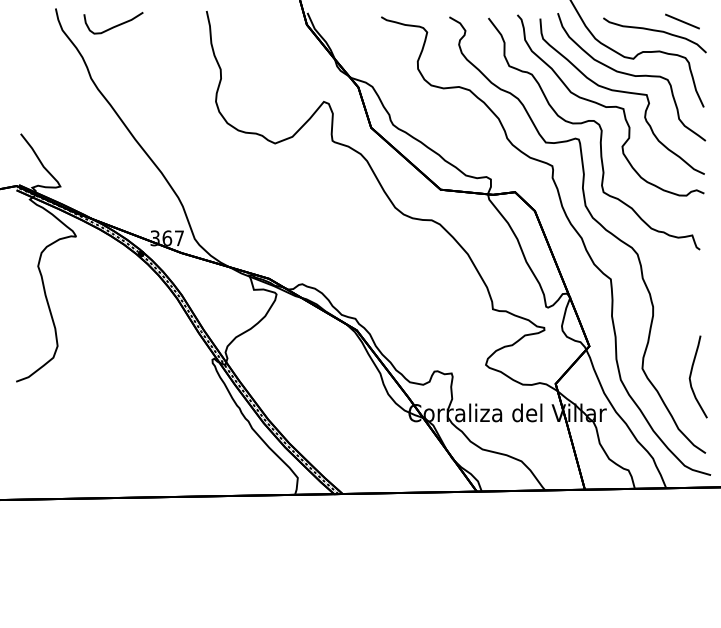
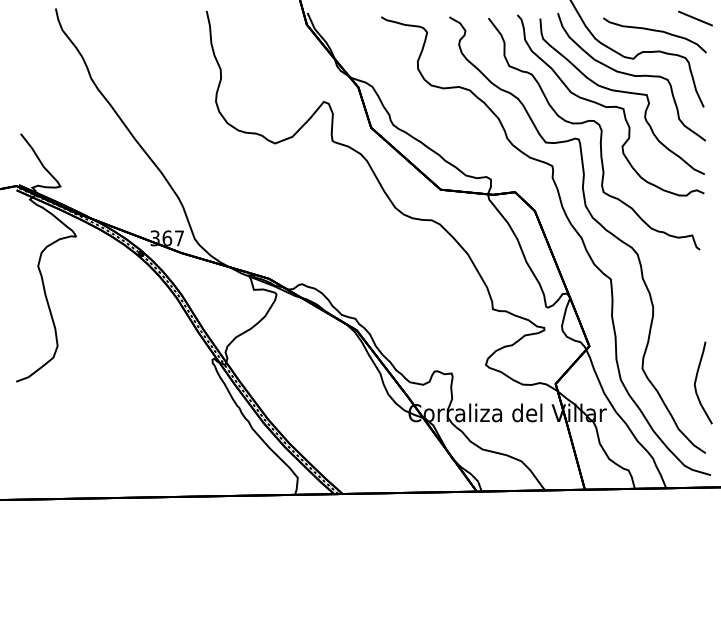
line at (682, 21) position: (682, 21) -> (695, 18)
curve at (115, 25): present -> none
curve at (691, 376) position: (691, 376) -> (696, 382)
